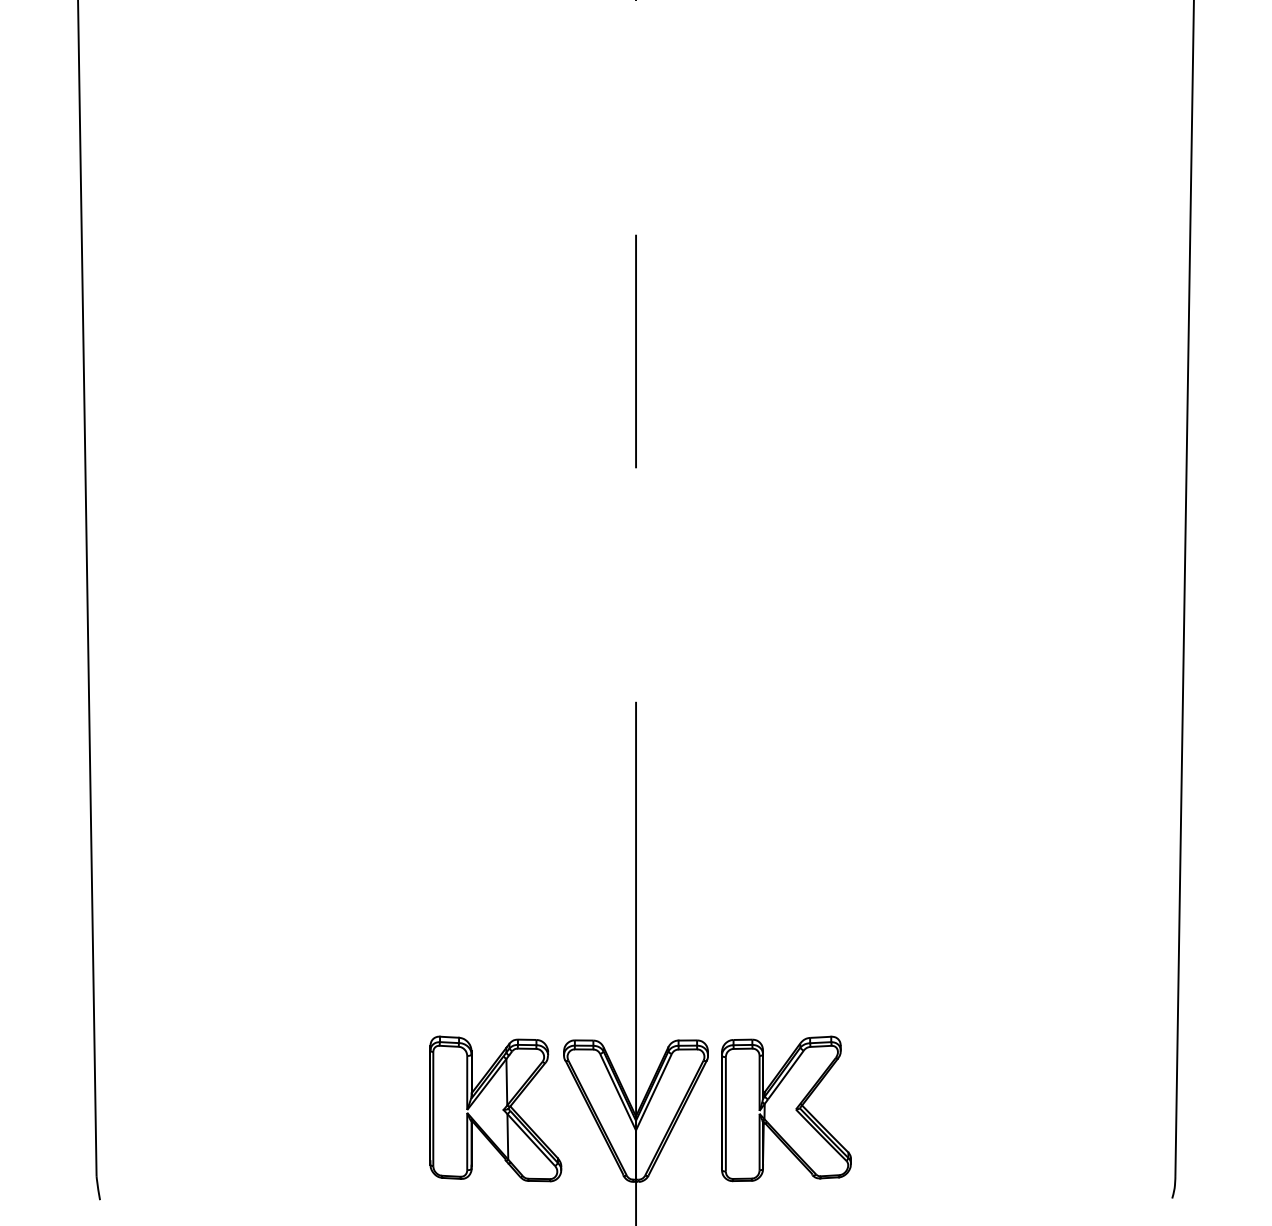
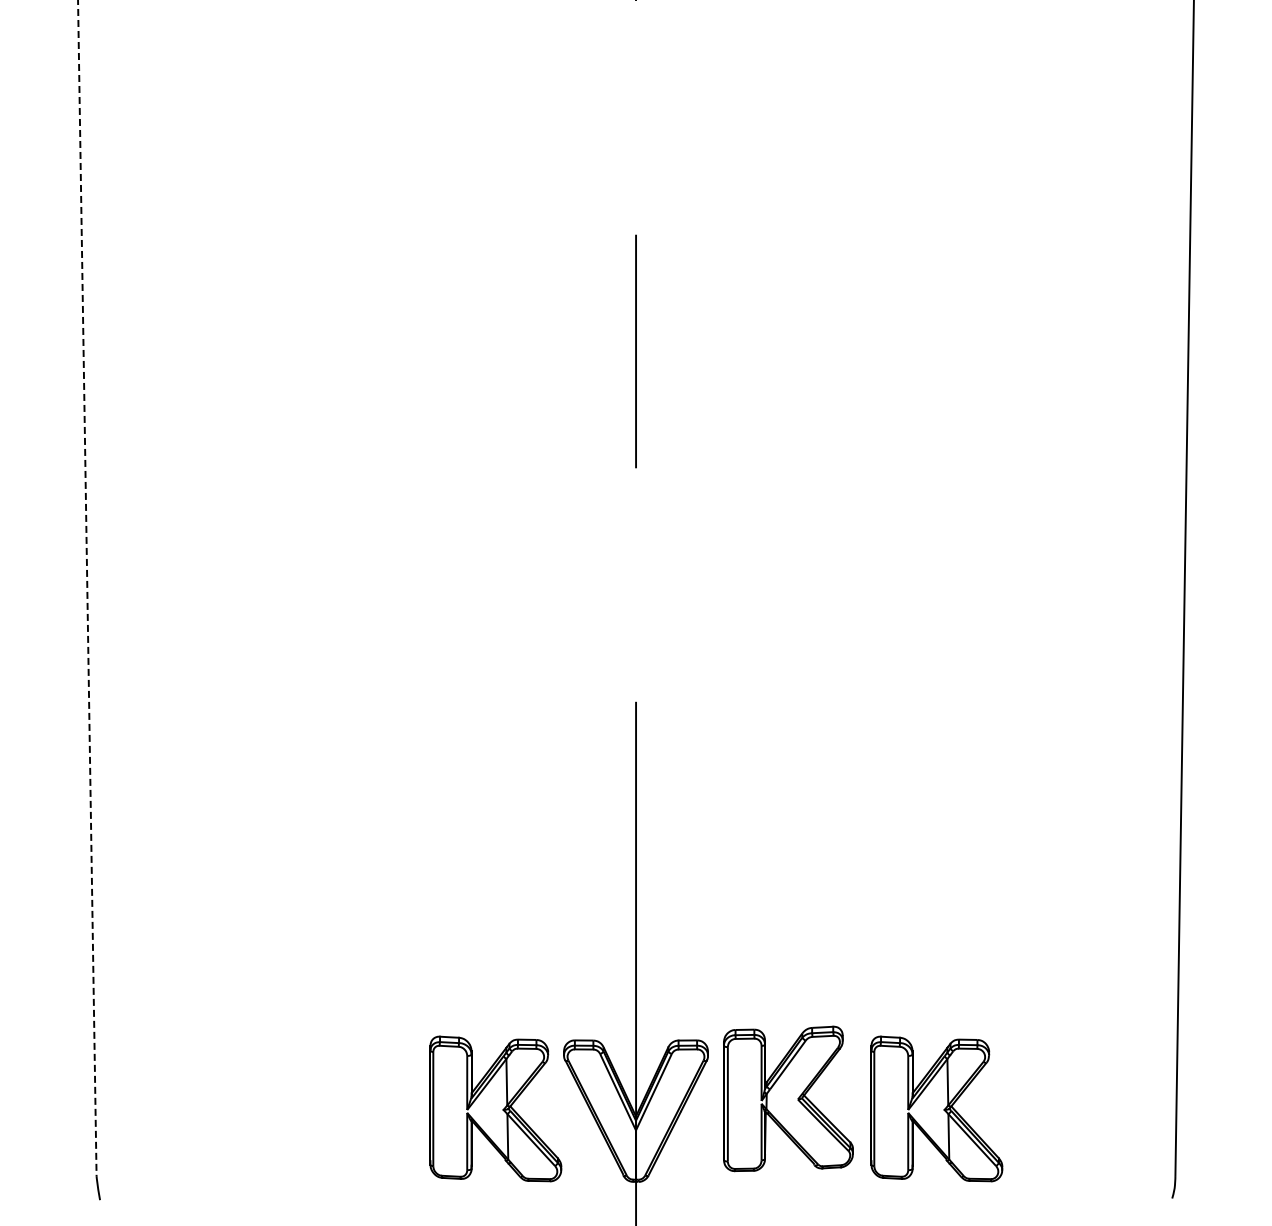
line at (87, 588): solid -> dashed
part at (786, 1108) position: (786, 1108) -> (788, 1098)
part at (936, 1108): none -> present
